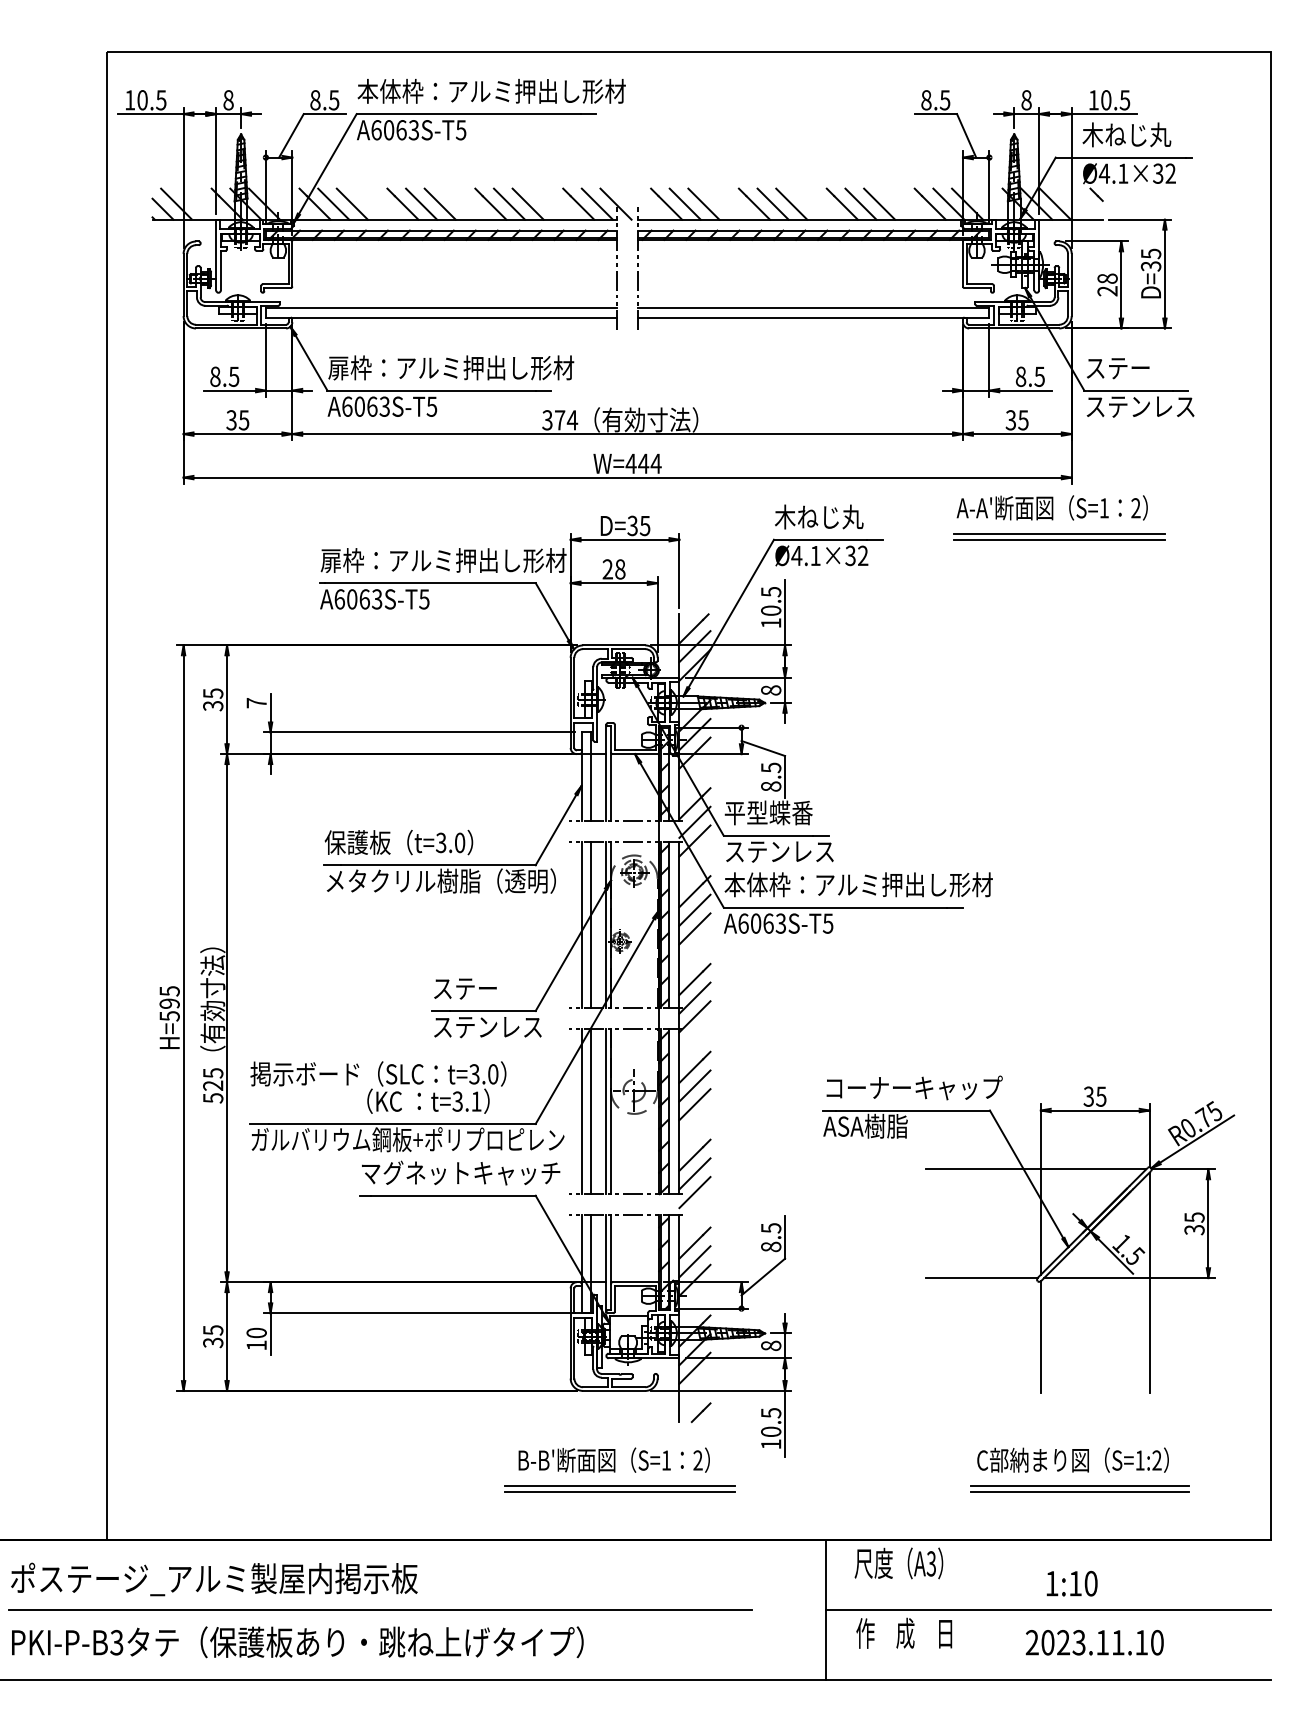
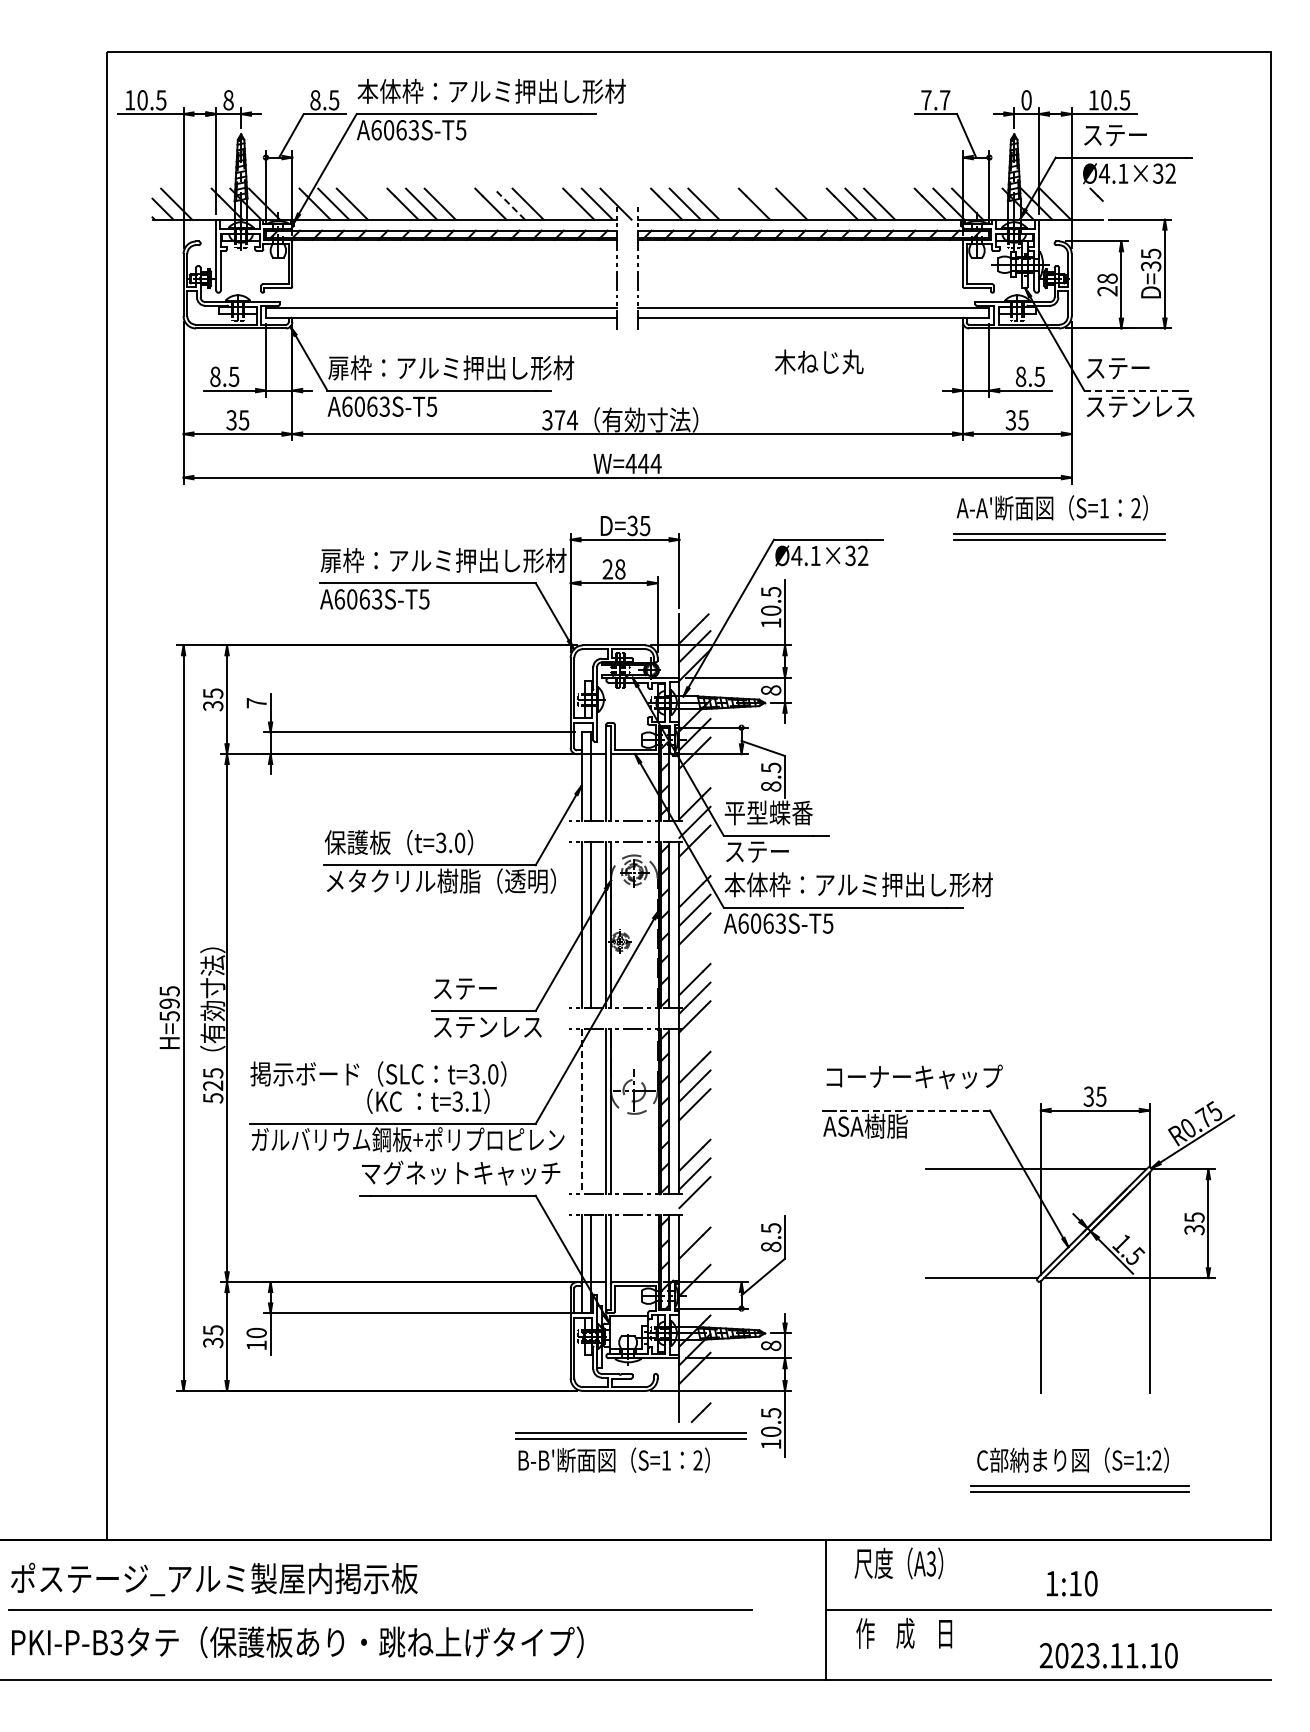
text at (935, 100): 8.5 -> 7.7
text at (1026, 100): 8 -> 0
text at (1126, 134): 木ねじ丸 -> ステー
line at (772, 203): present -> none
line at (509, 204): solid -> dashed
line at (1129, 390): solid -> dashed
text at (819, 516) position: (819, 516) -> (819, 361)
text at (802, 851): ステンレス -> ステー
text at (914, 1087) position: (914, 1087) -> (914, 1076)
line at (912, 1110): solid -> dashed
line at (581, 1111): solid -> dashed
line at (590, 1111): present -> none
line at (694, 1261): present -> none
part at (619, 1488) position: (619, 1488) -> (630, 1435)
text at (1094, 1642) position: (1094, 1642) -> (1108, 1655)
